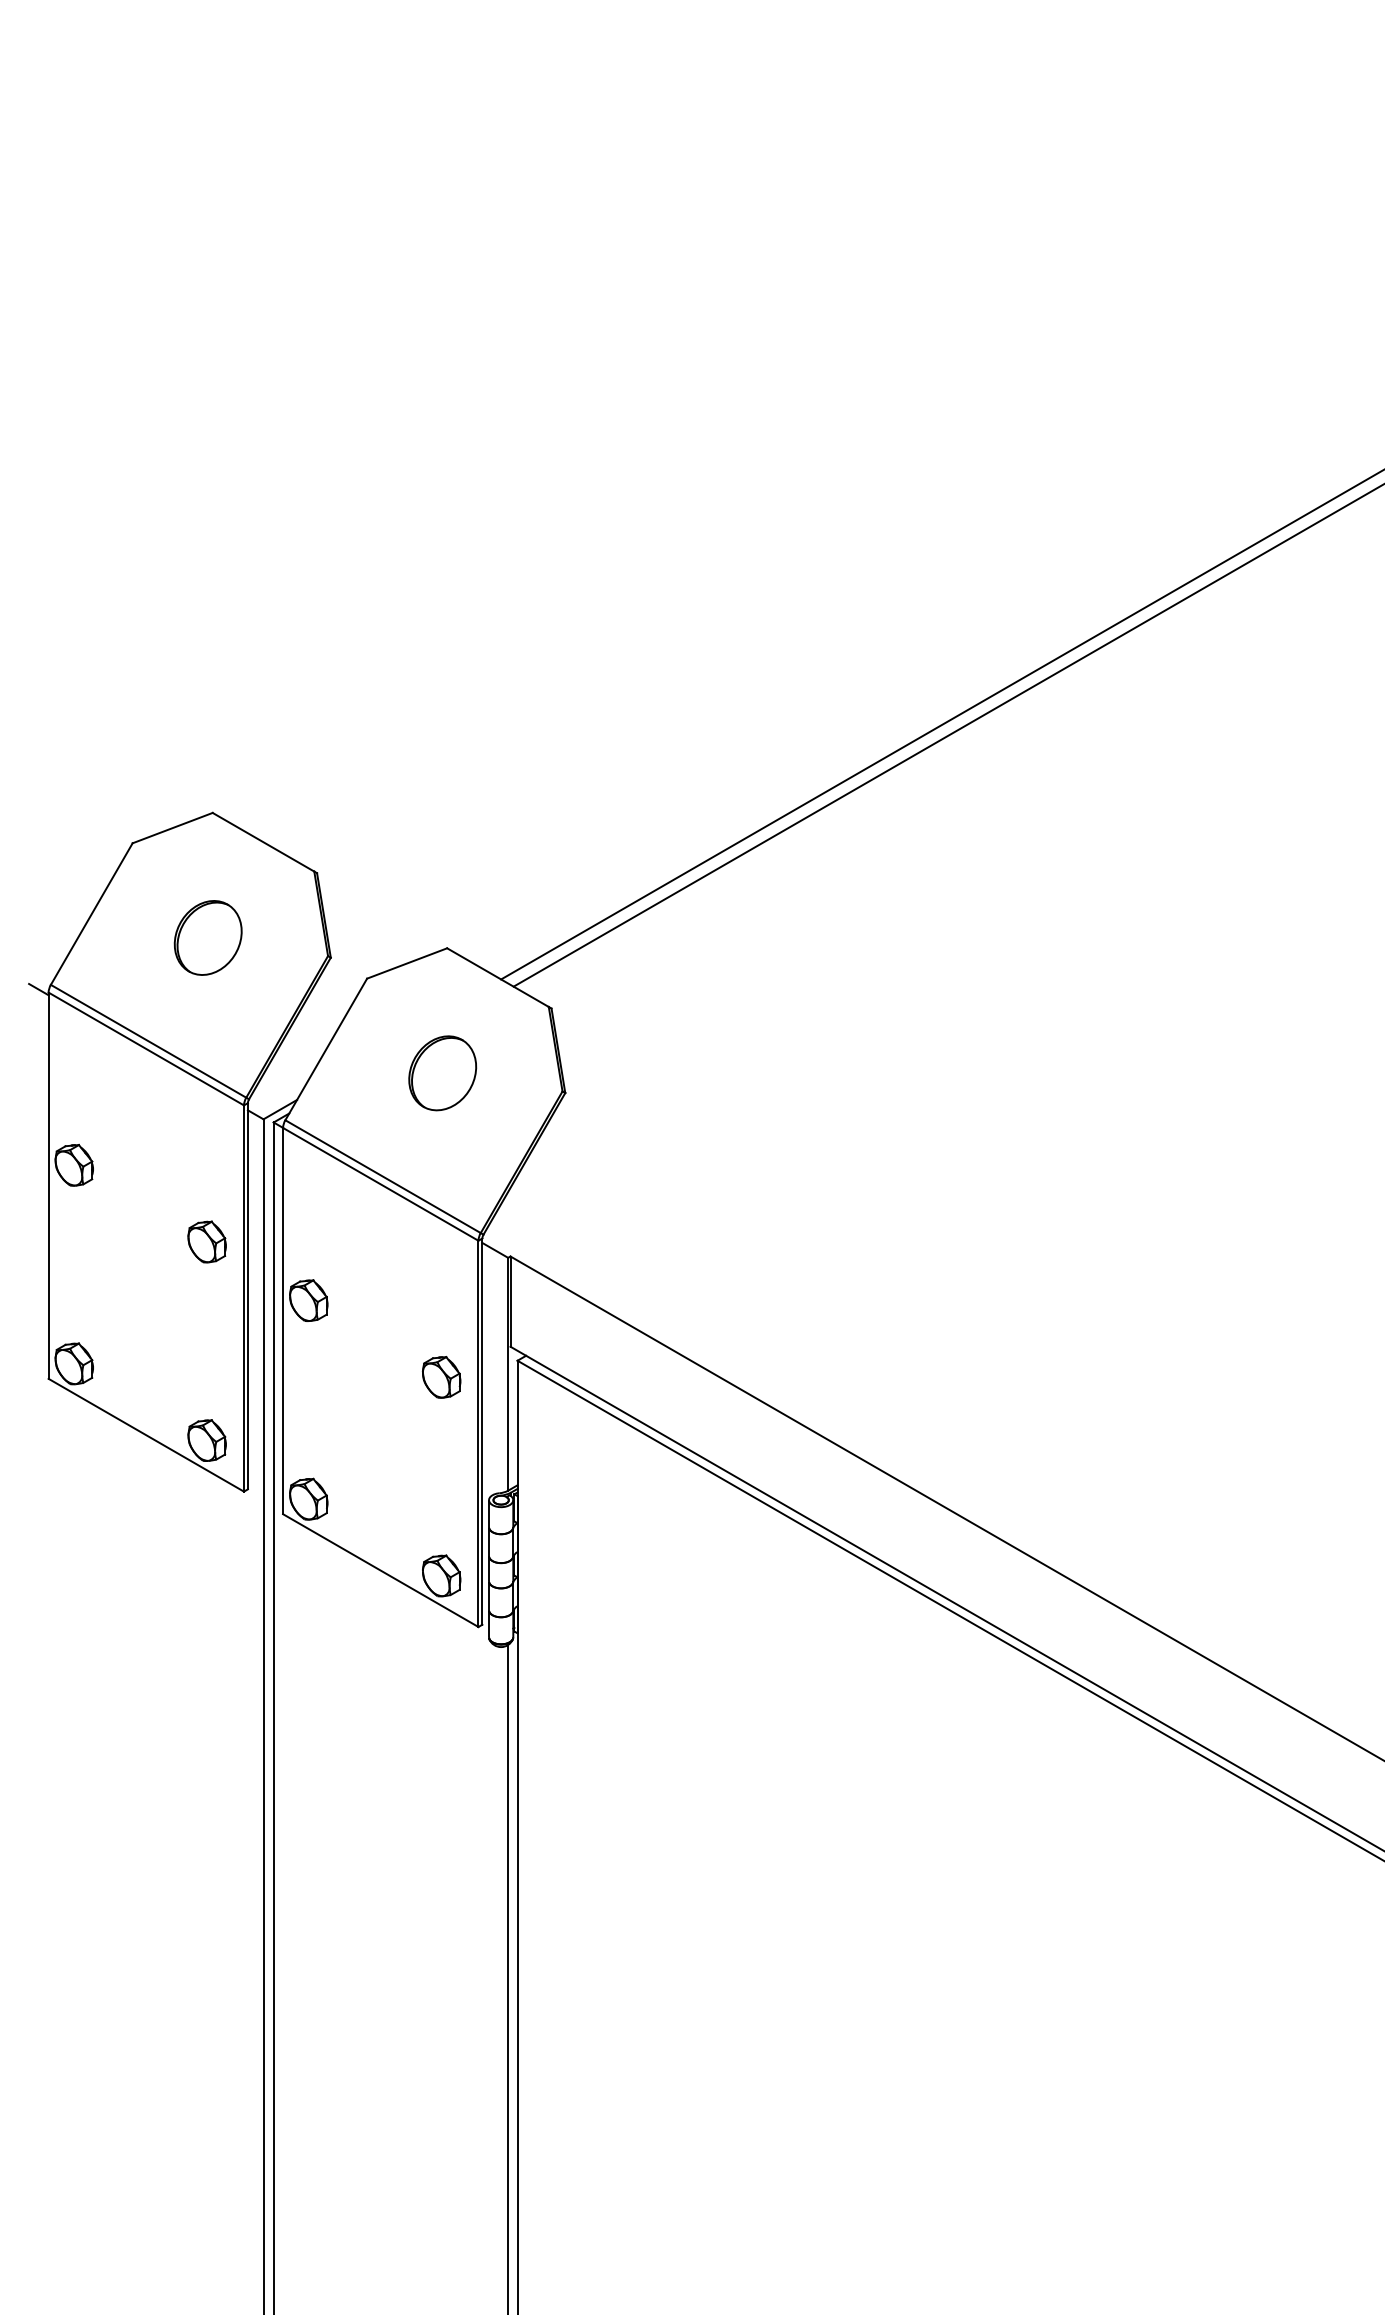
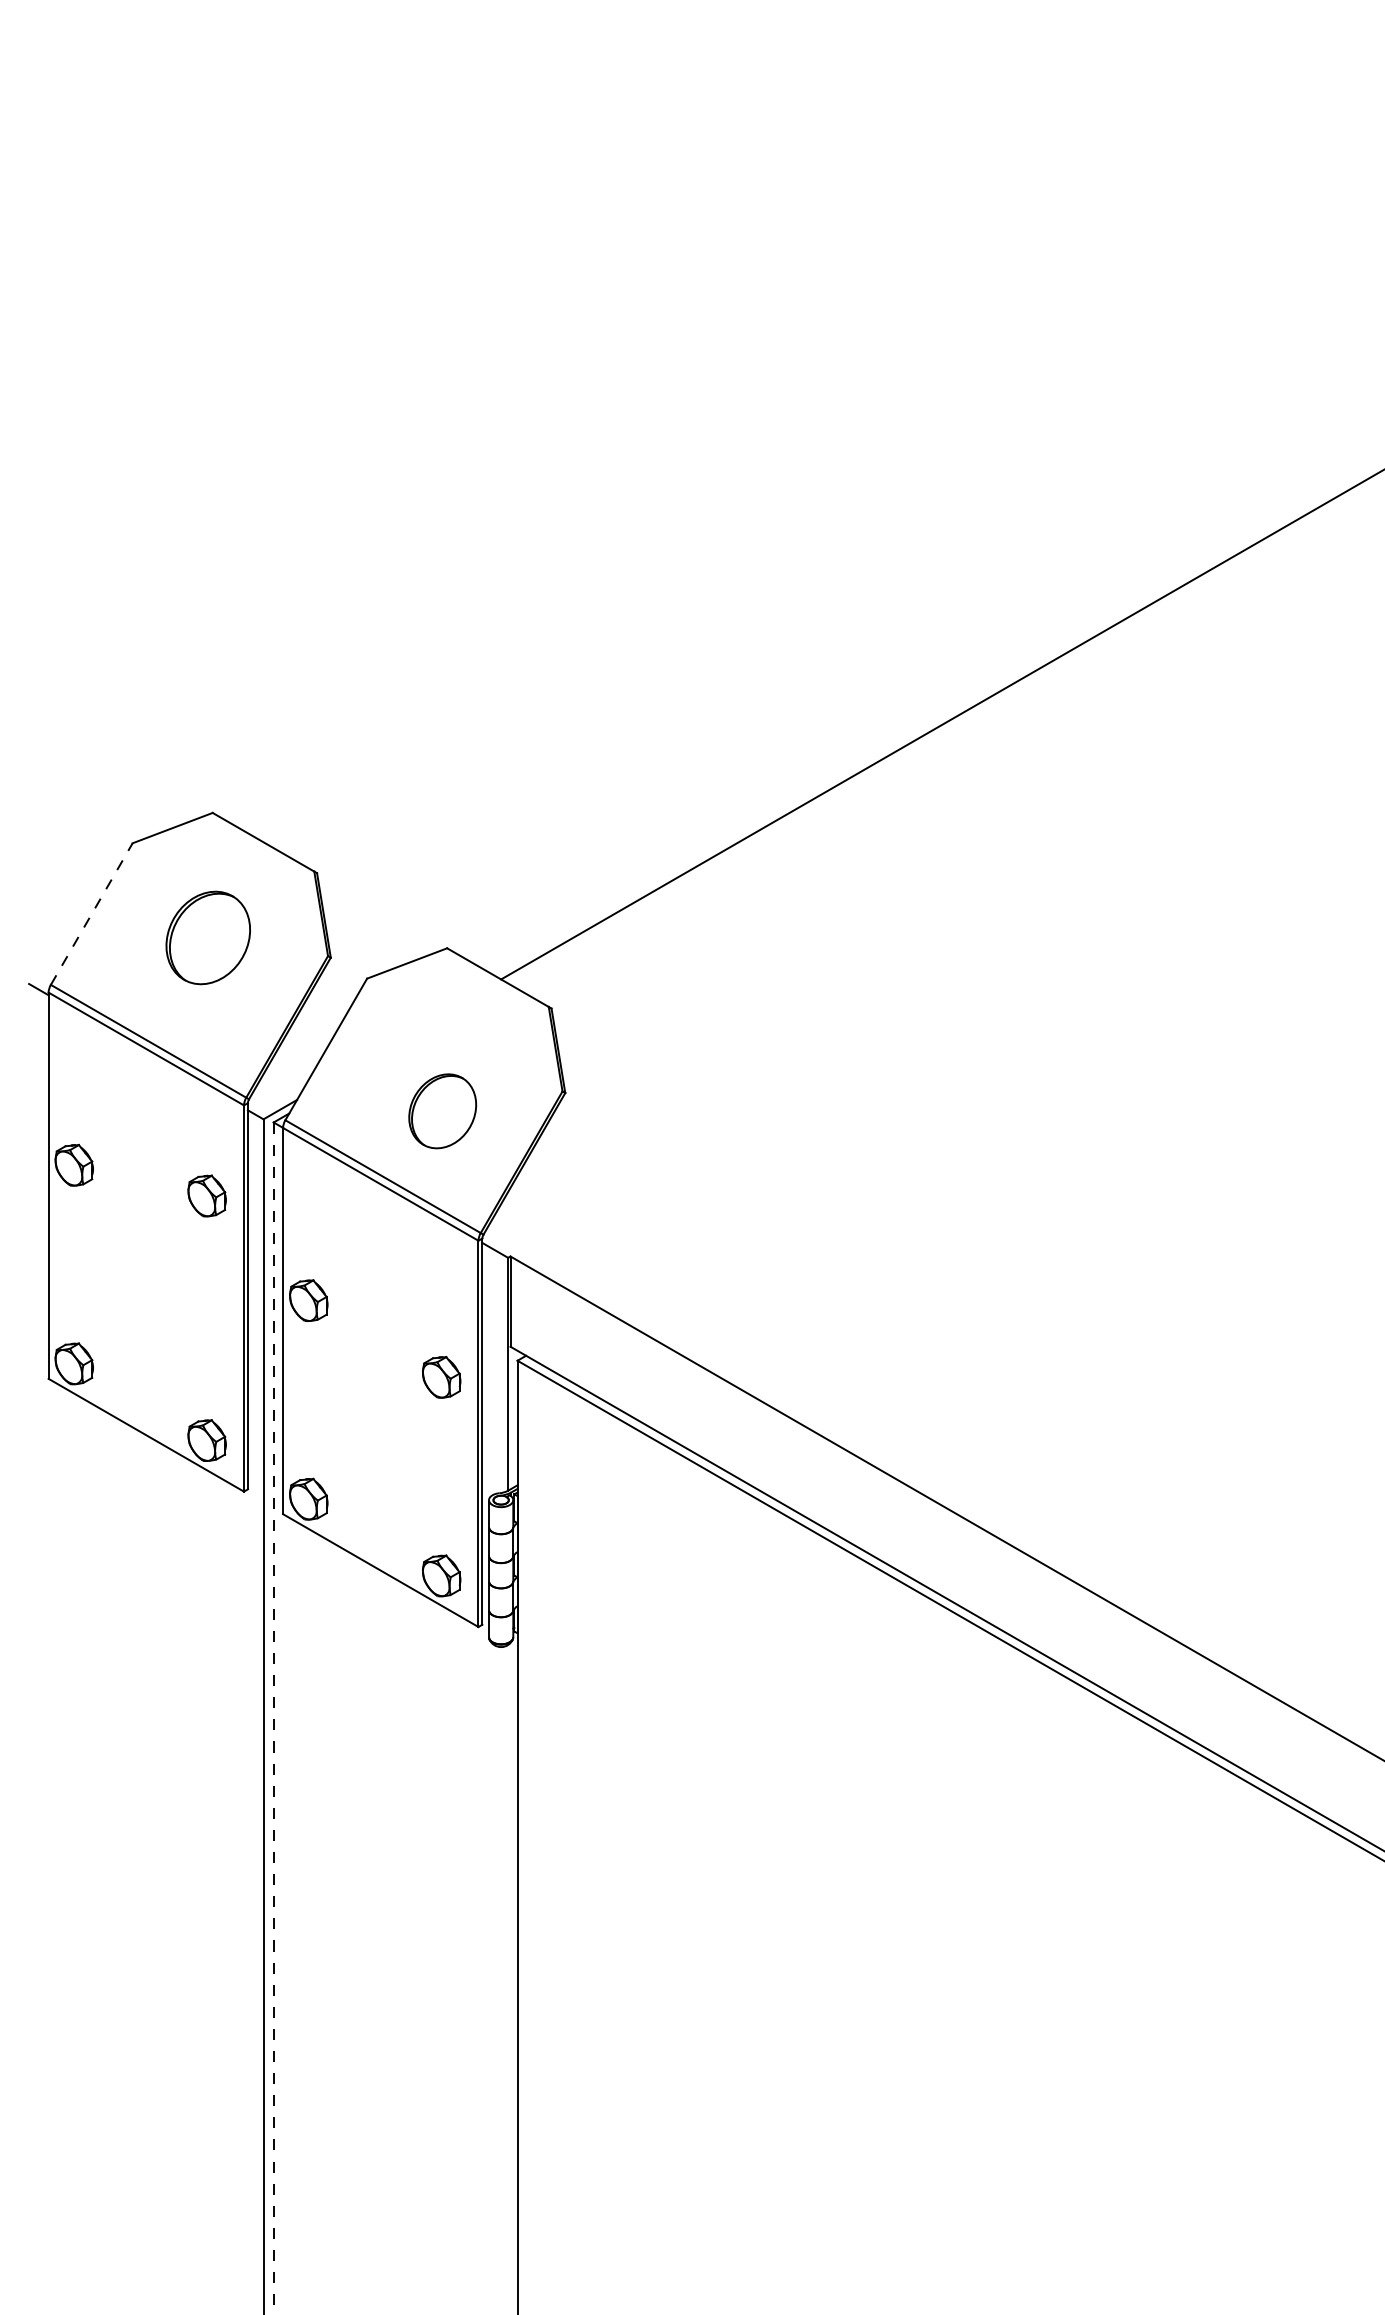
line at (947, 735): present -> none
line at (91, 914): solid -> dashed
part at (207, 937) size: 70x76 px -> 86x96 px
part at (442, 1073) position: (442, 1073) -> (442, 1111)
part at (206, 1241) position: (206, 1241) -> (206, 1195)
line at (273, 1718): solid -> dashed
line at (508, 1978): present -> none
